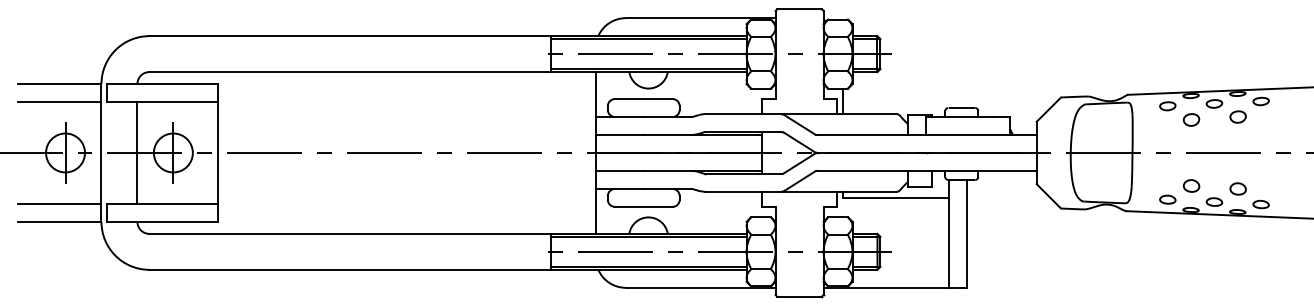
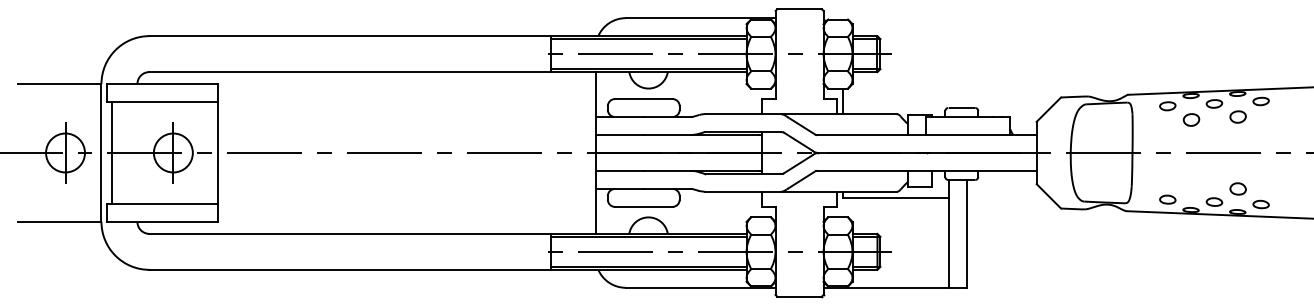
line at (59, 102): present -> none
line at (137, 152) position: (137, 152) -> (112, 152)
part at (1191, 185): present -> none
line at (59, 203): present -> none
